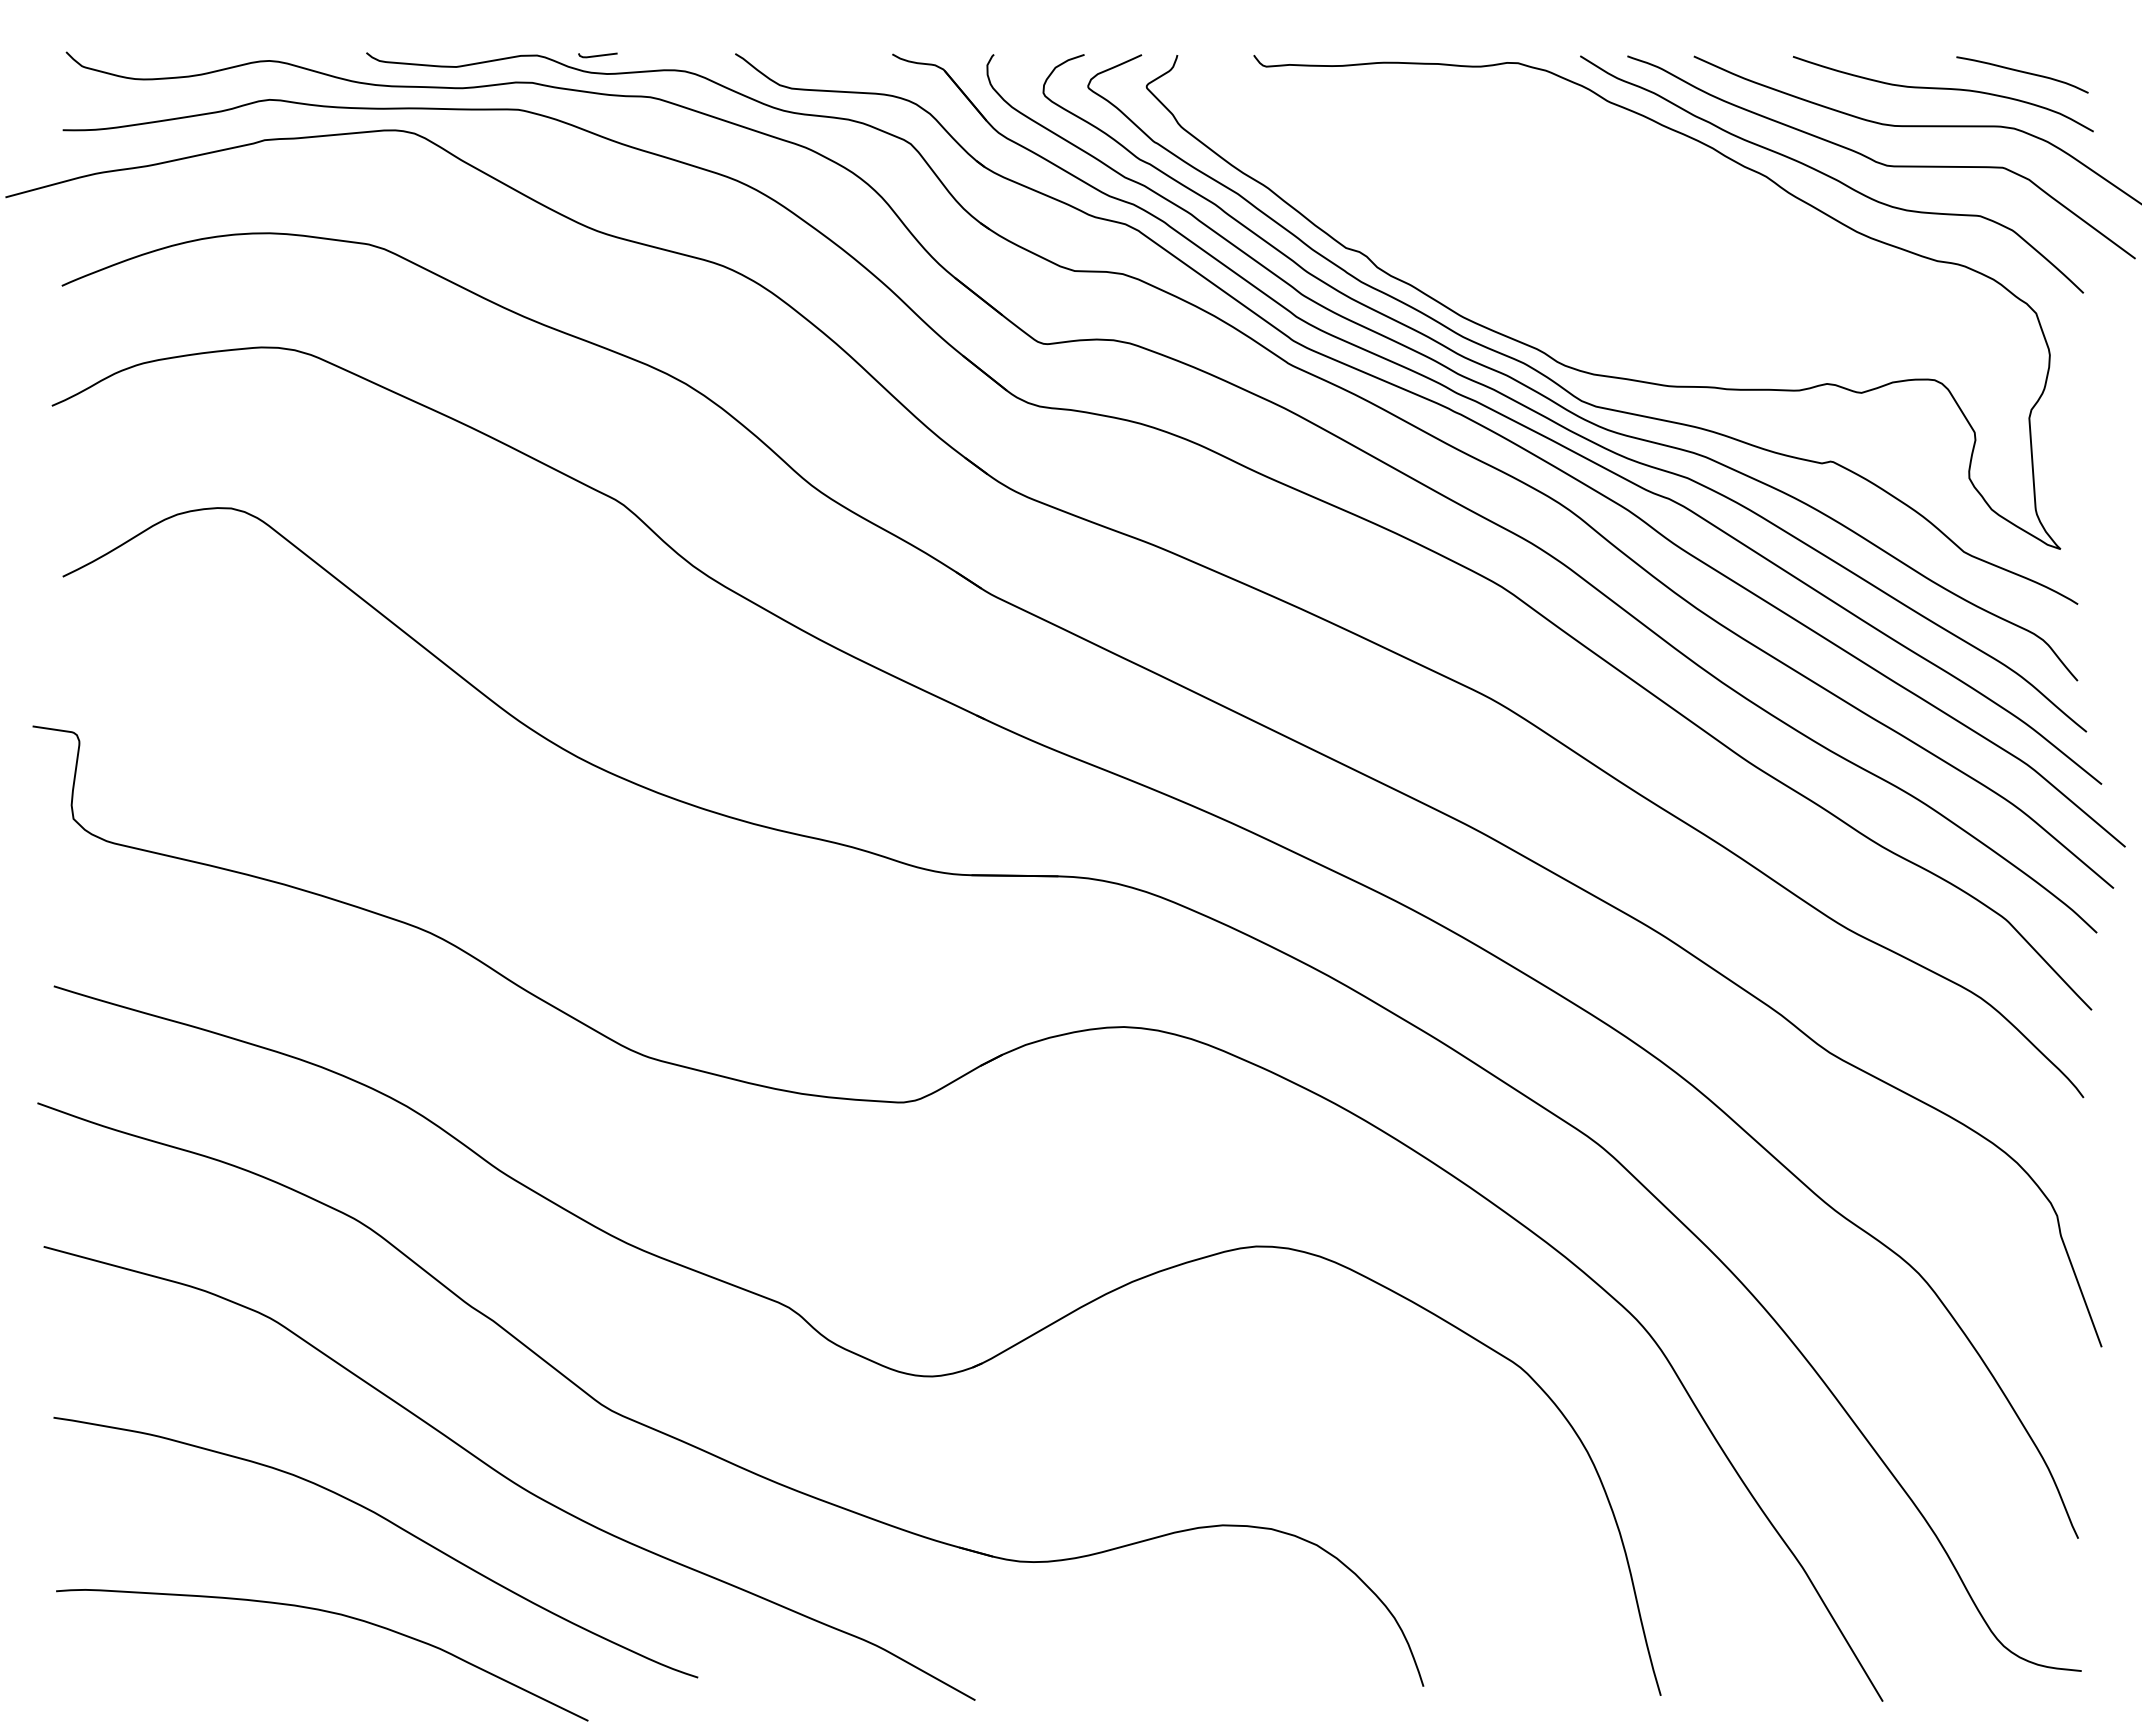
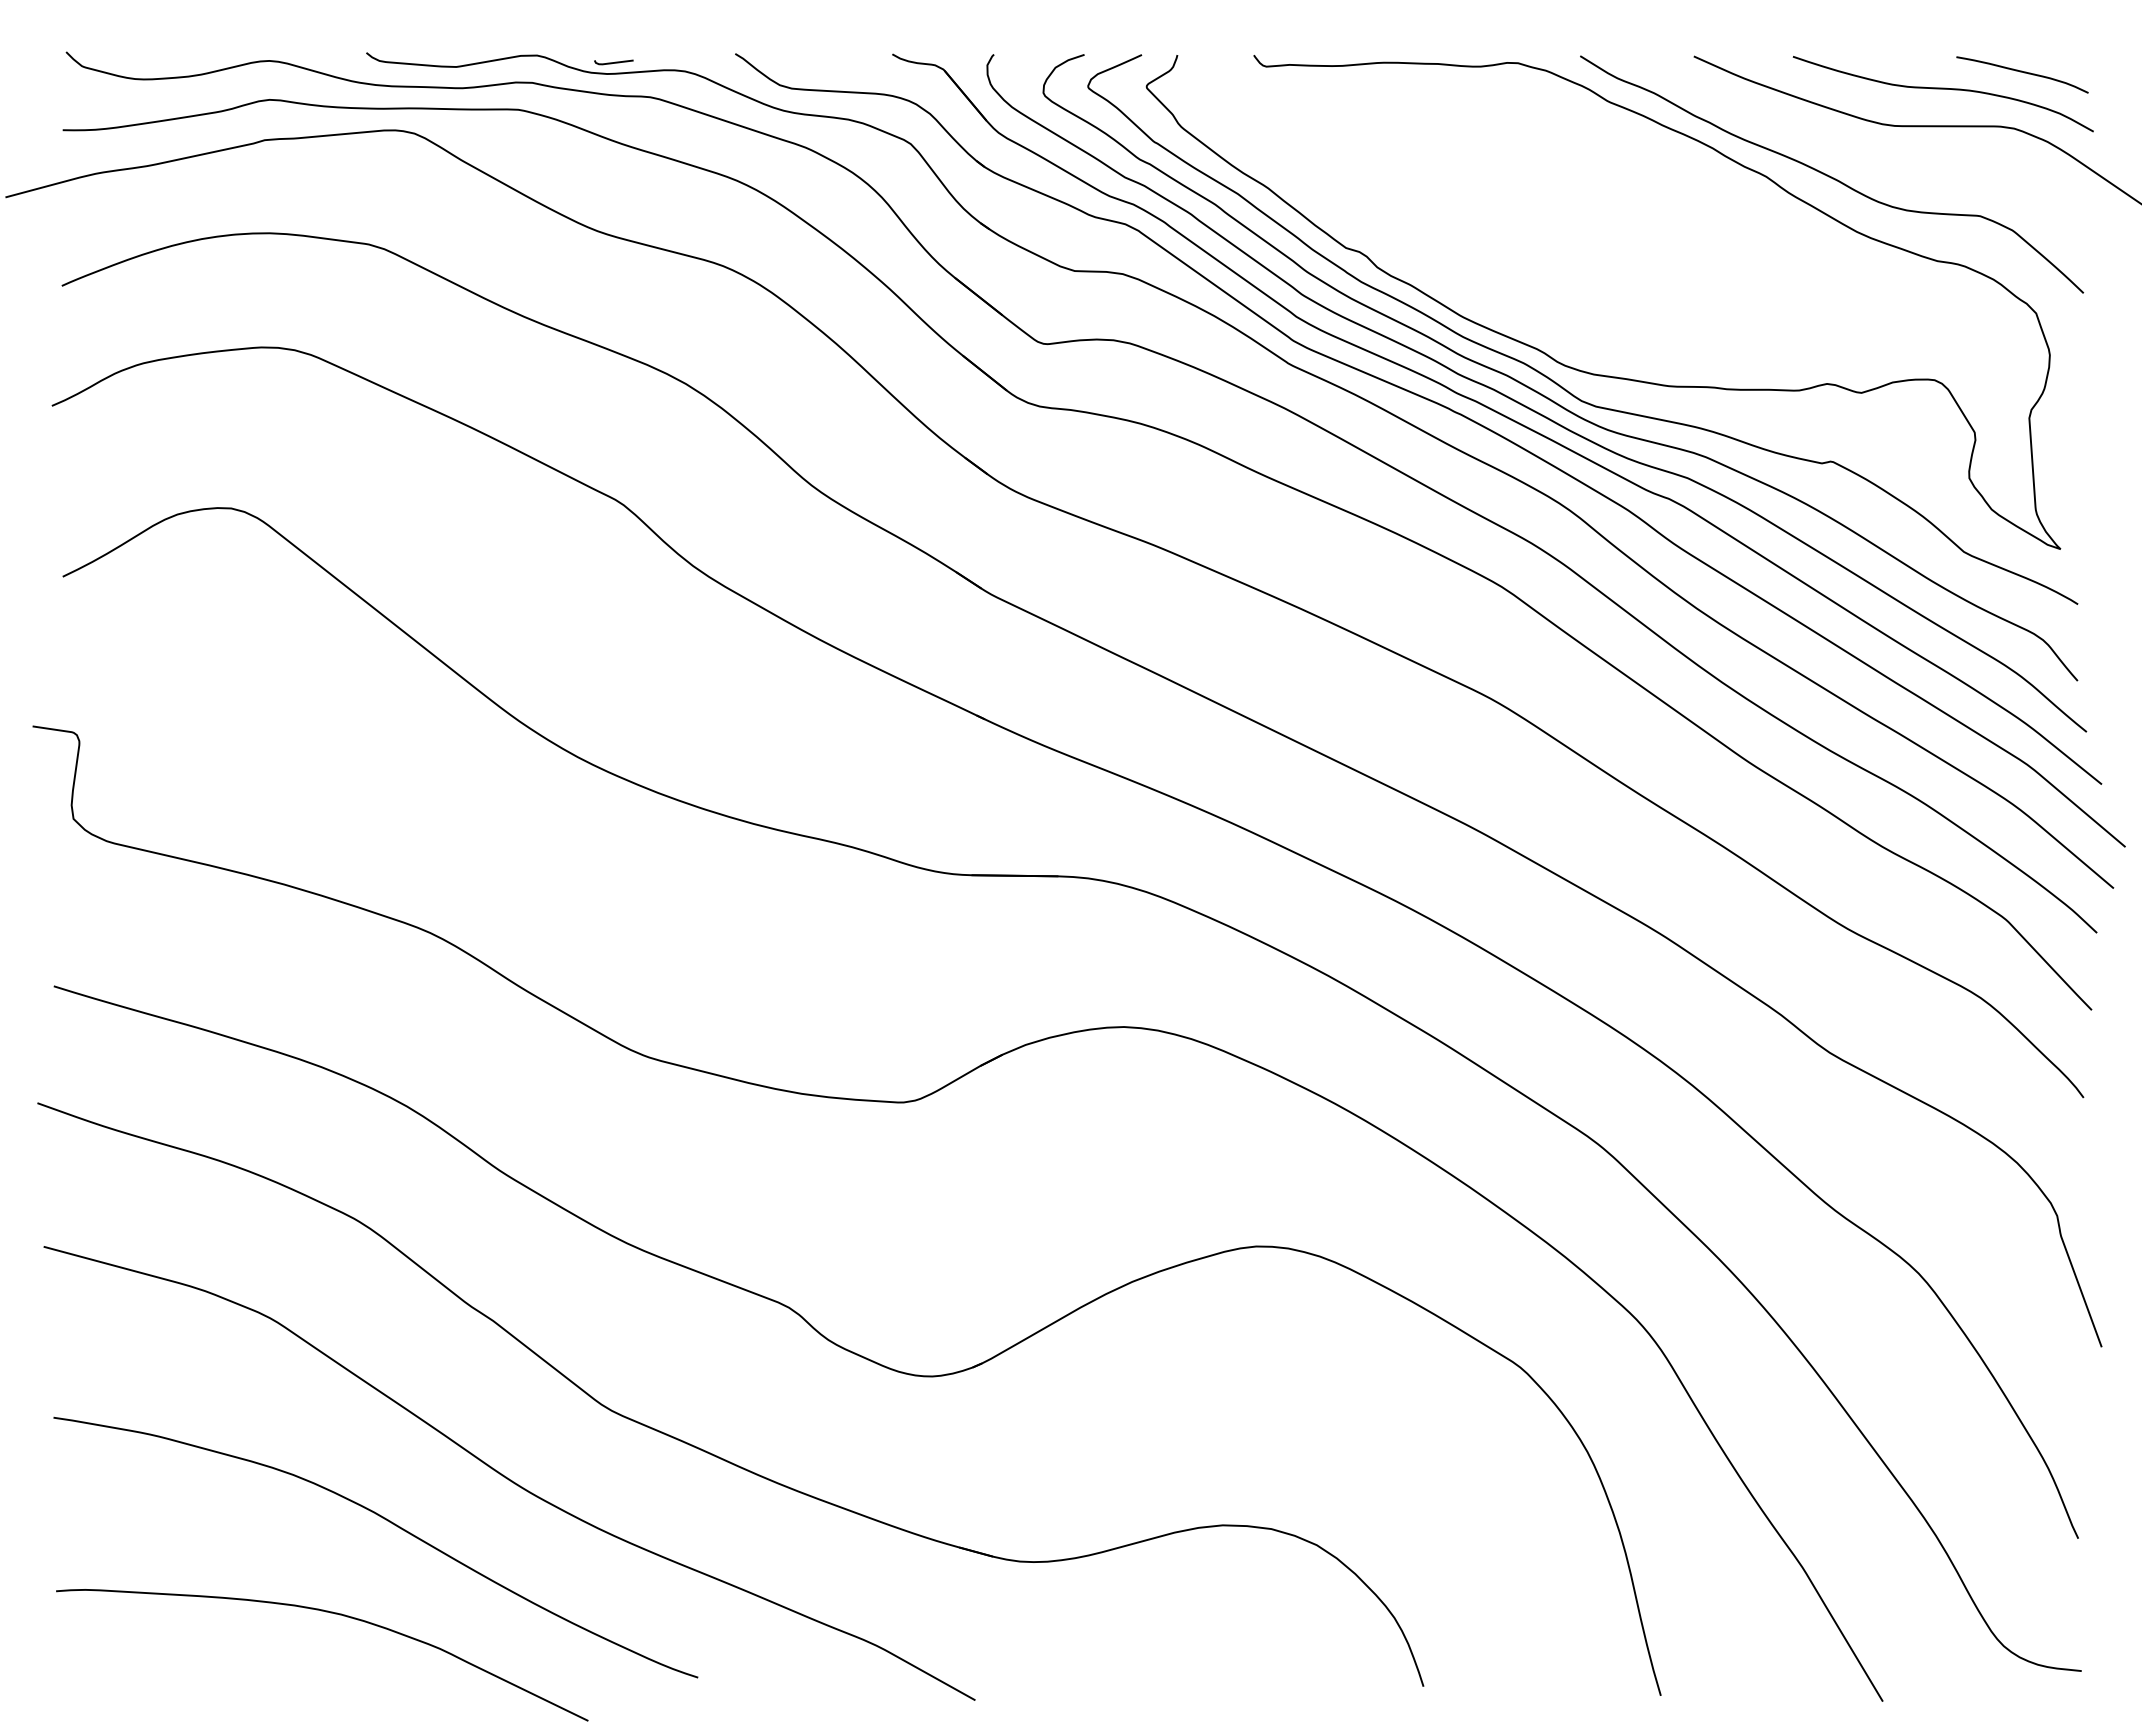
line at (597, 55) position: (597, 55) -> (613, 62)
curve at (1878, 161): present -> none
